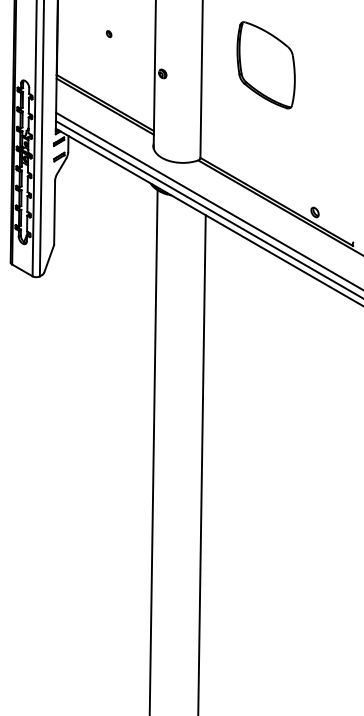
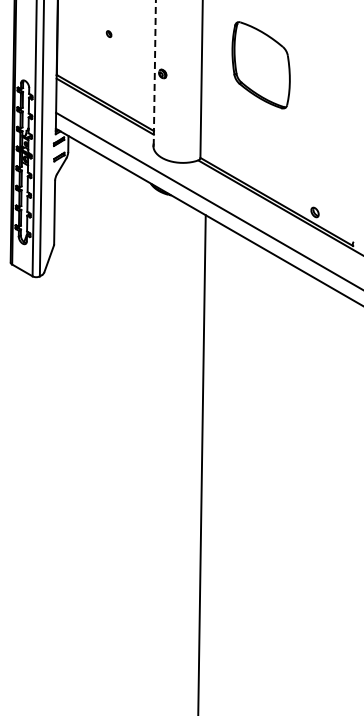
part at (265, 65) position: (265, 65) -> (260, 65)
line at (154, 74): solid -> dashed
line at (208, 209): present -> none
line at (153, 451): present -> none
